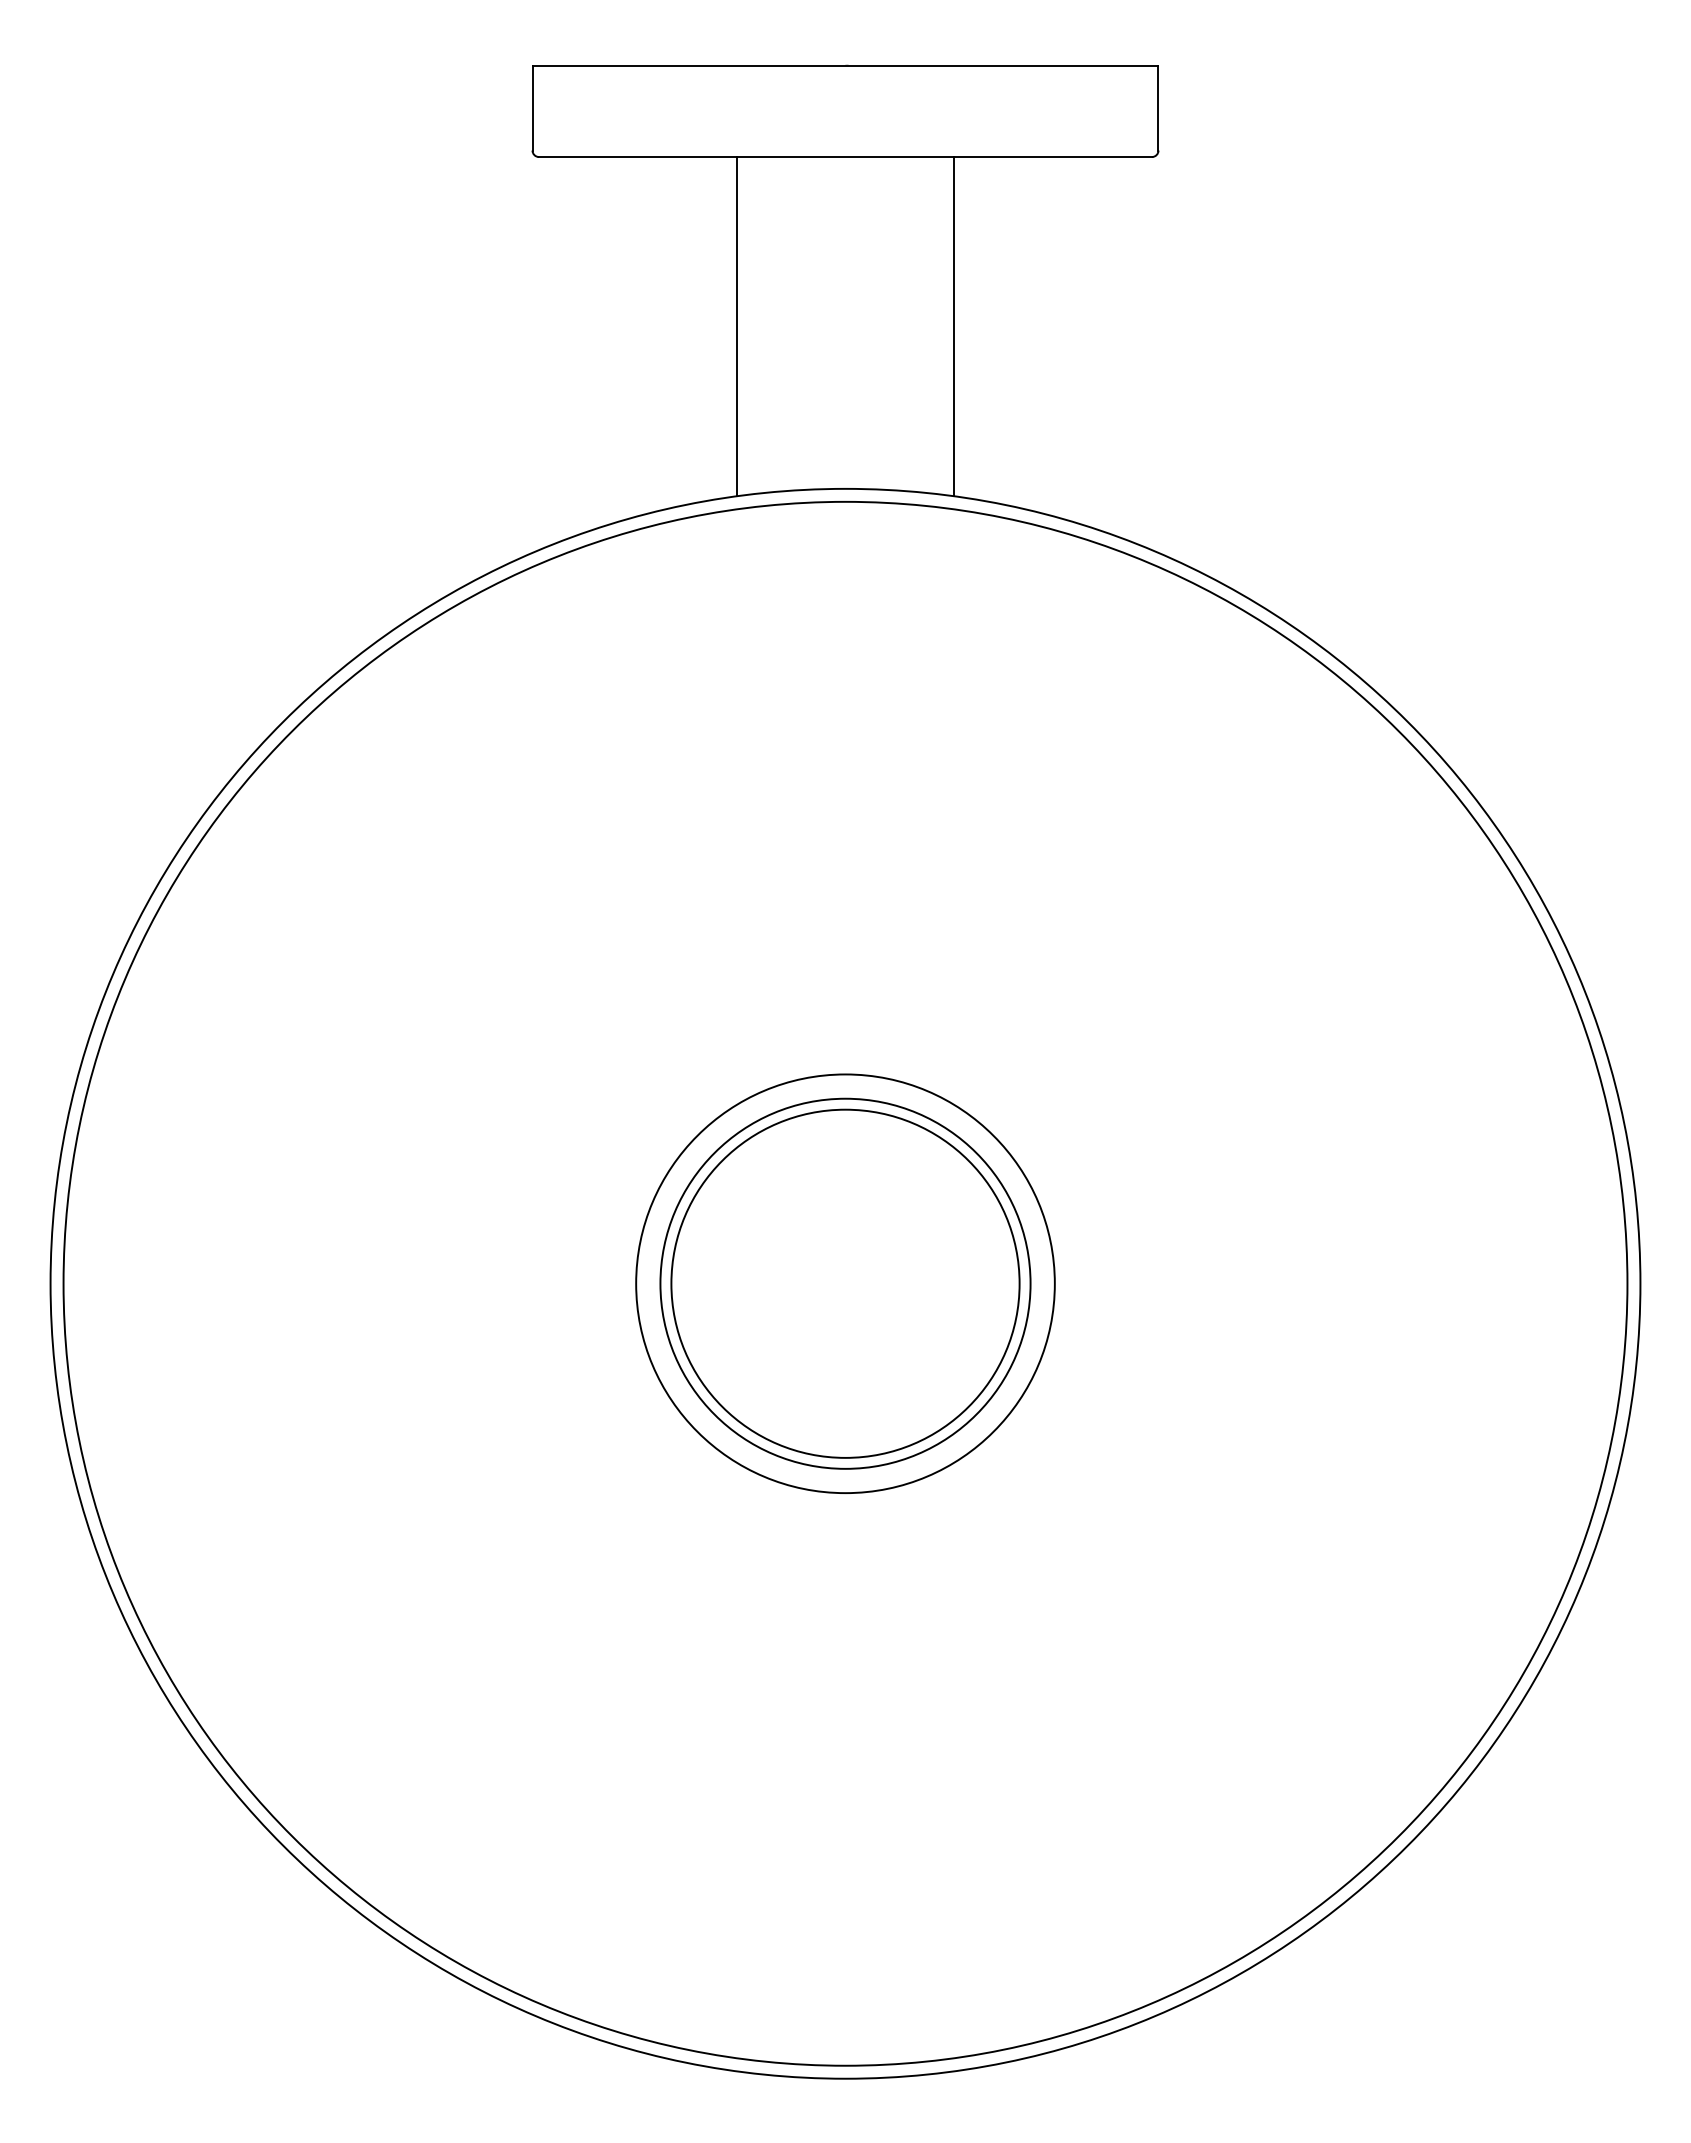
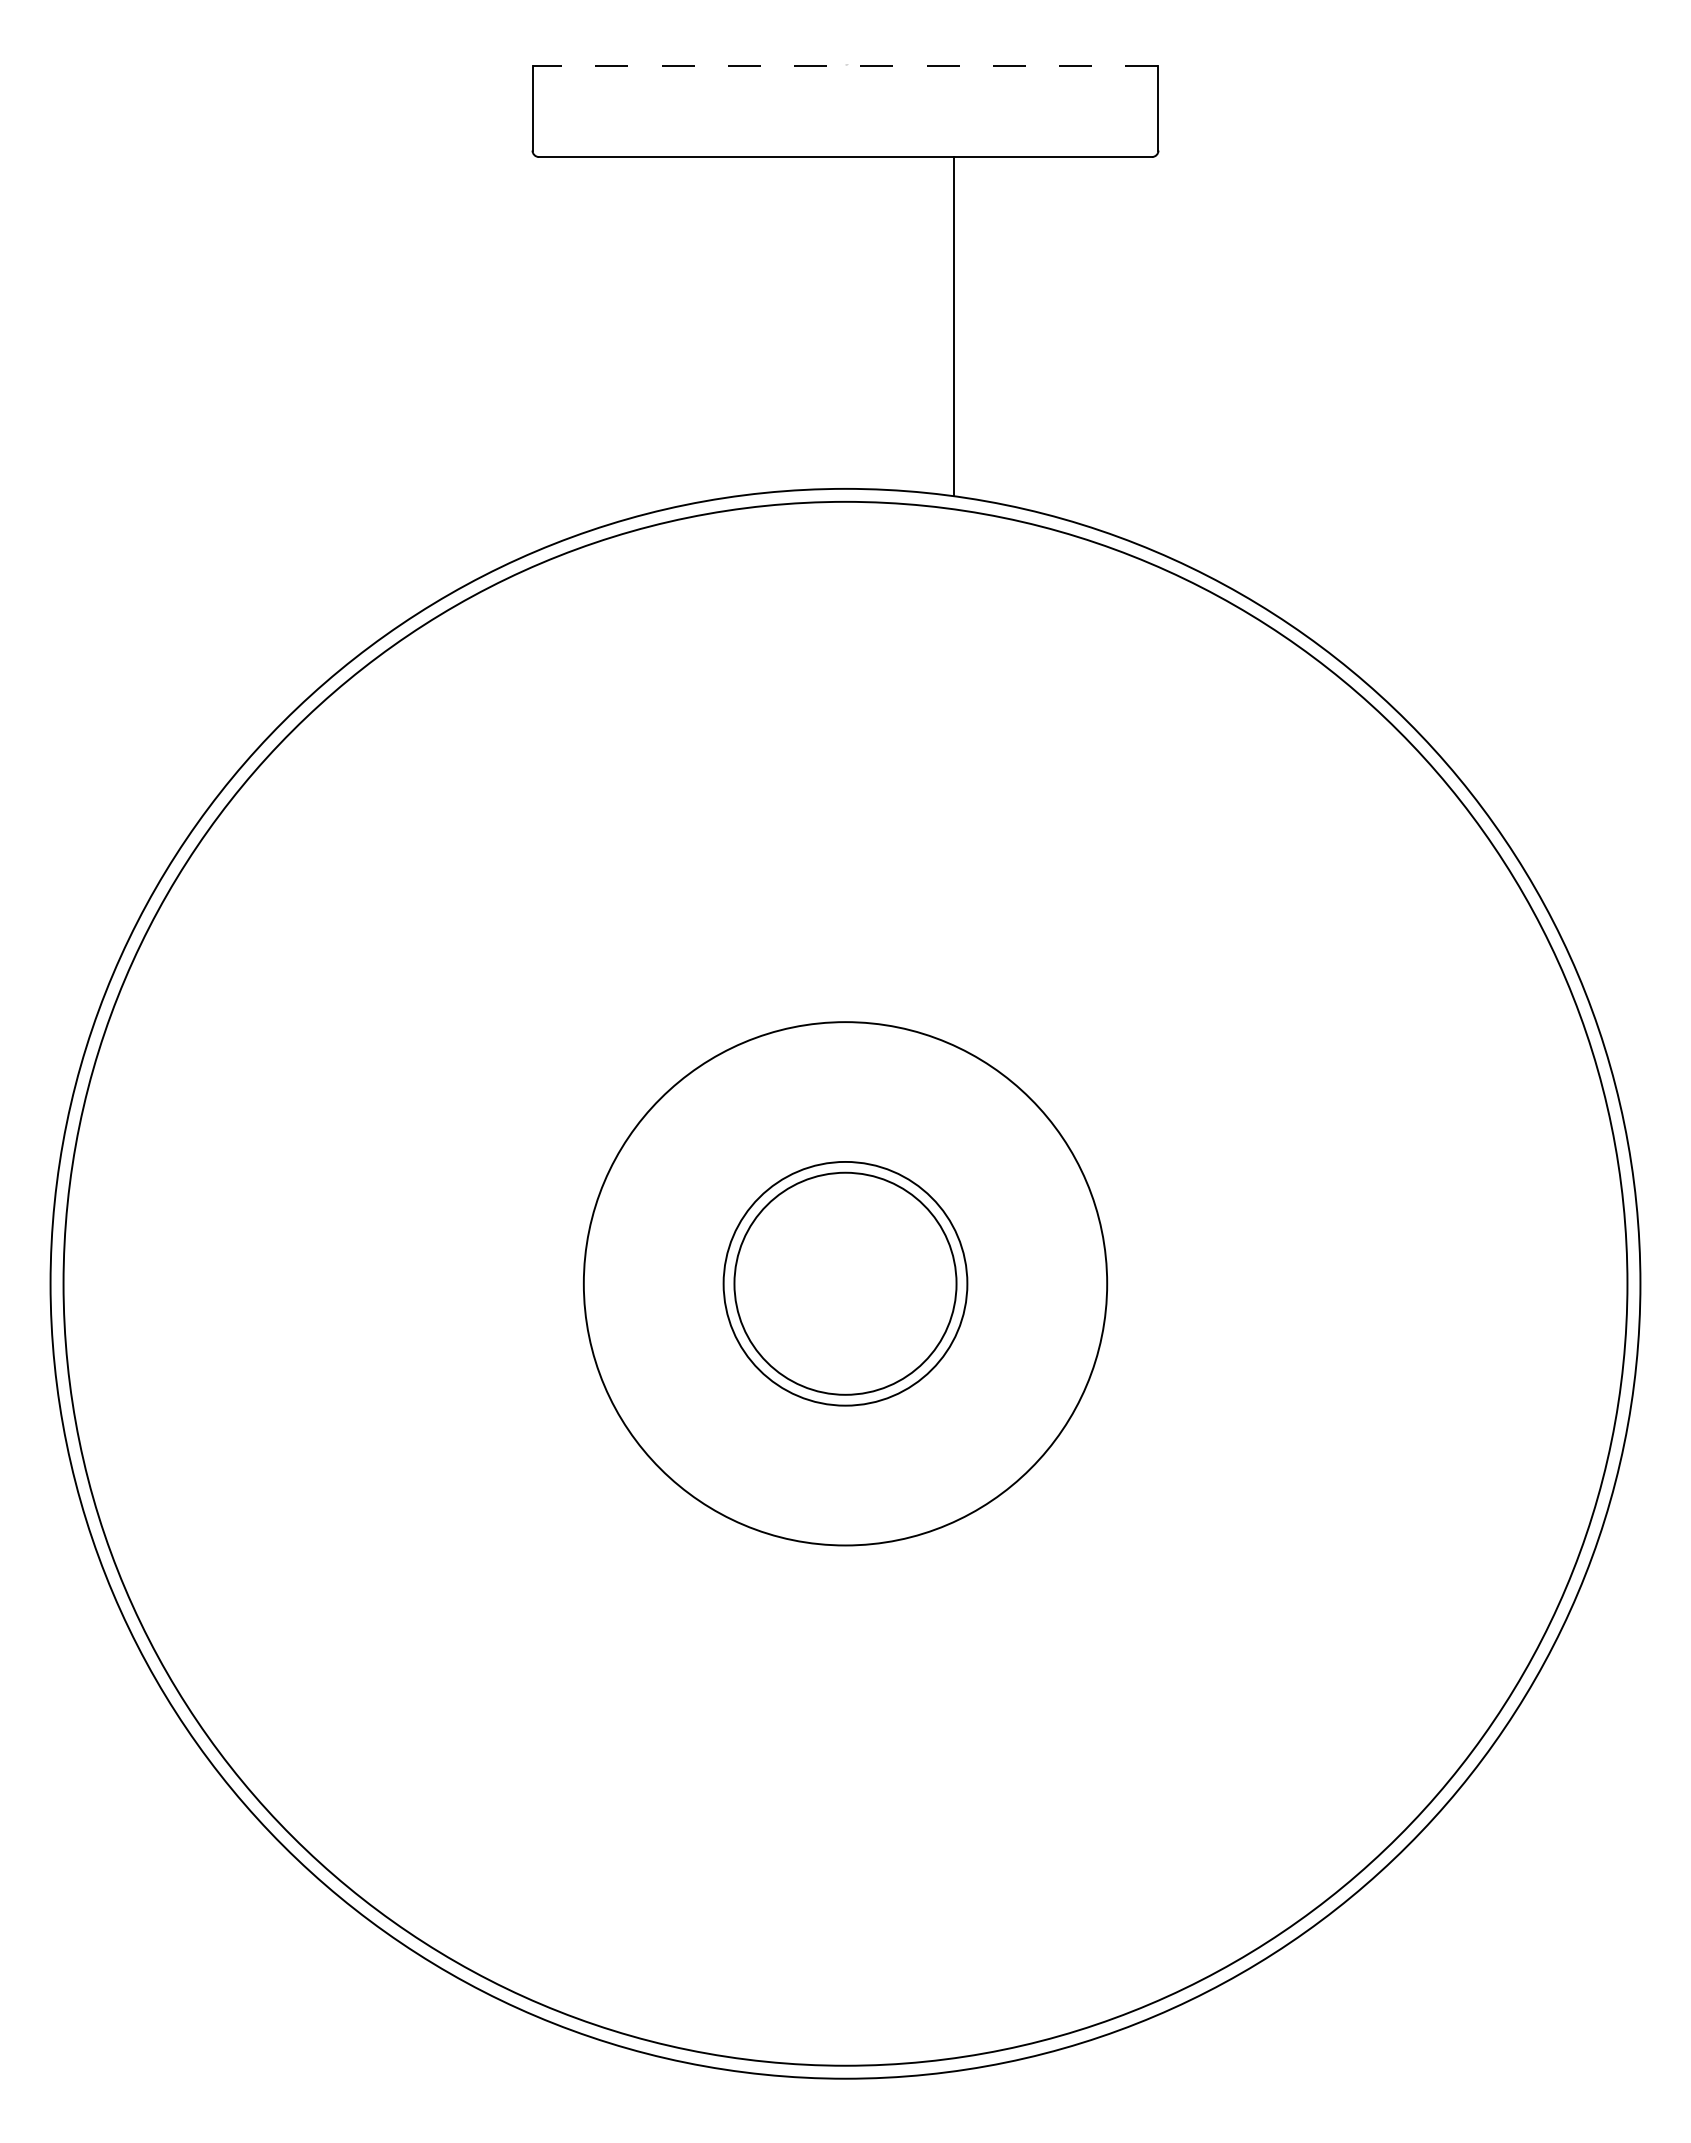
line at (845, 65): solid -> dashed
line at (736, 326): present -> none
circle at (845, 1283) diameter: 348 px -> 244 px
circle at (845, 1283) diameter: 370 px -> 222 px
circle at (845, 1283) diameter: 419 px -> 523 px
